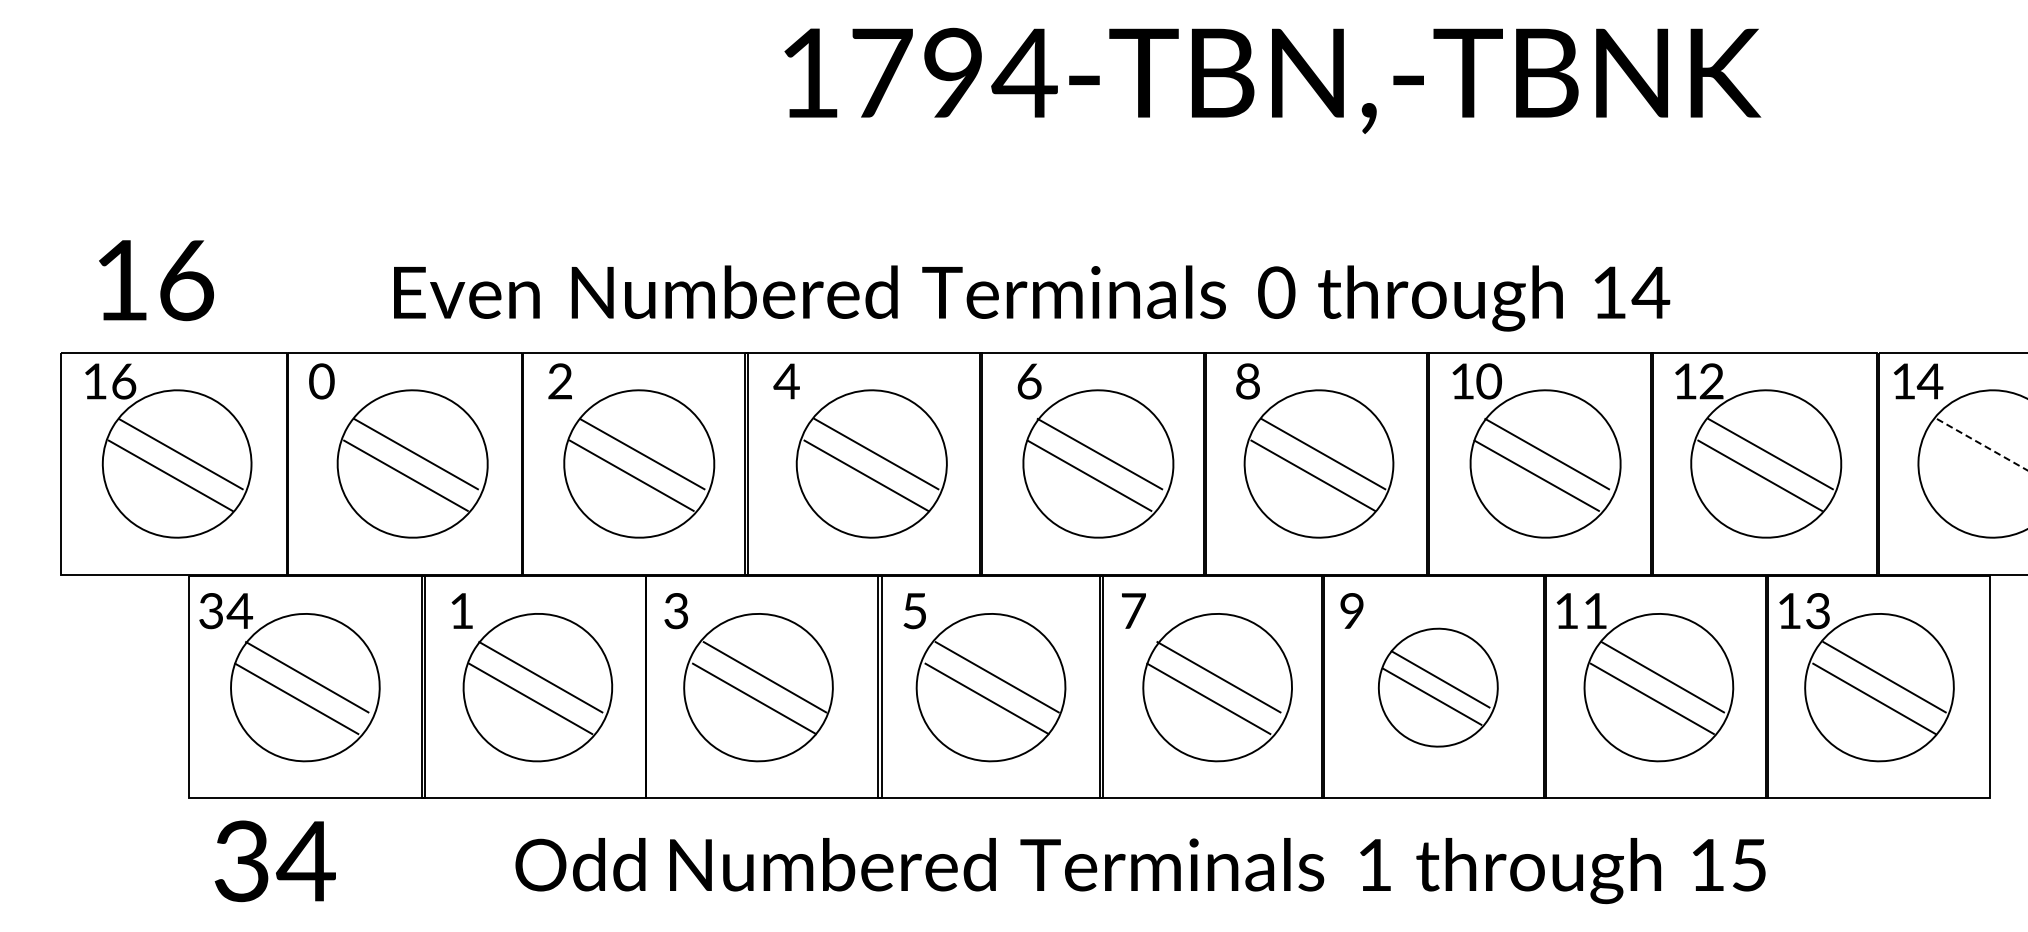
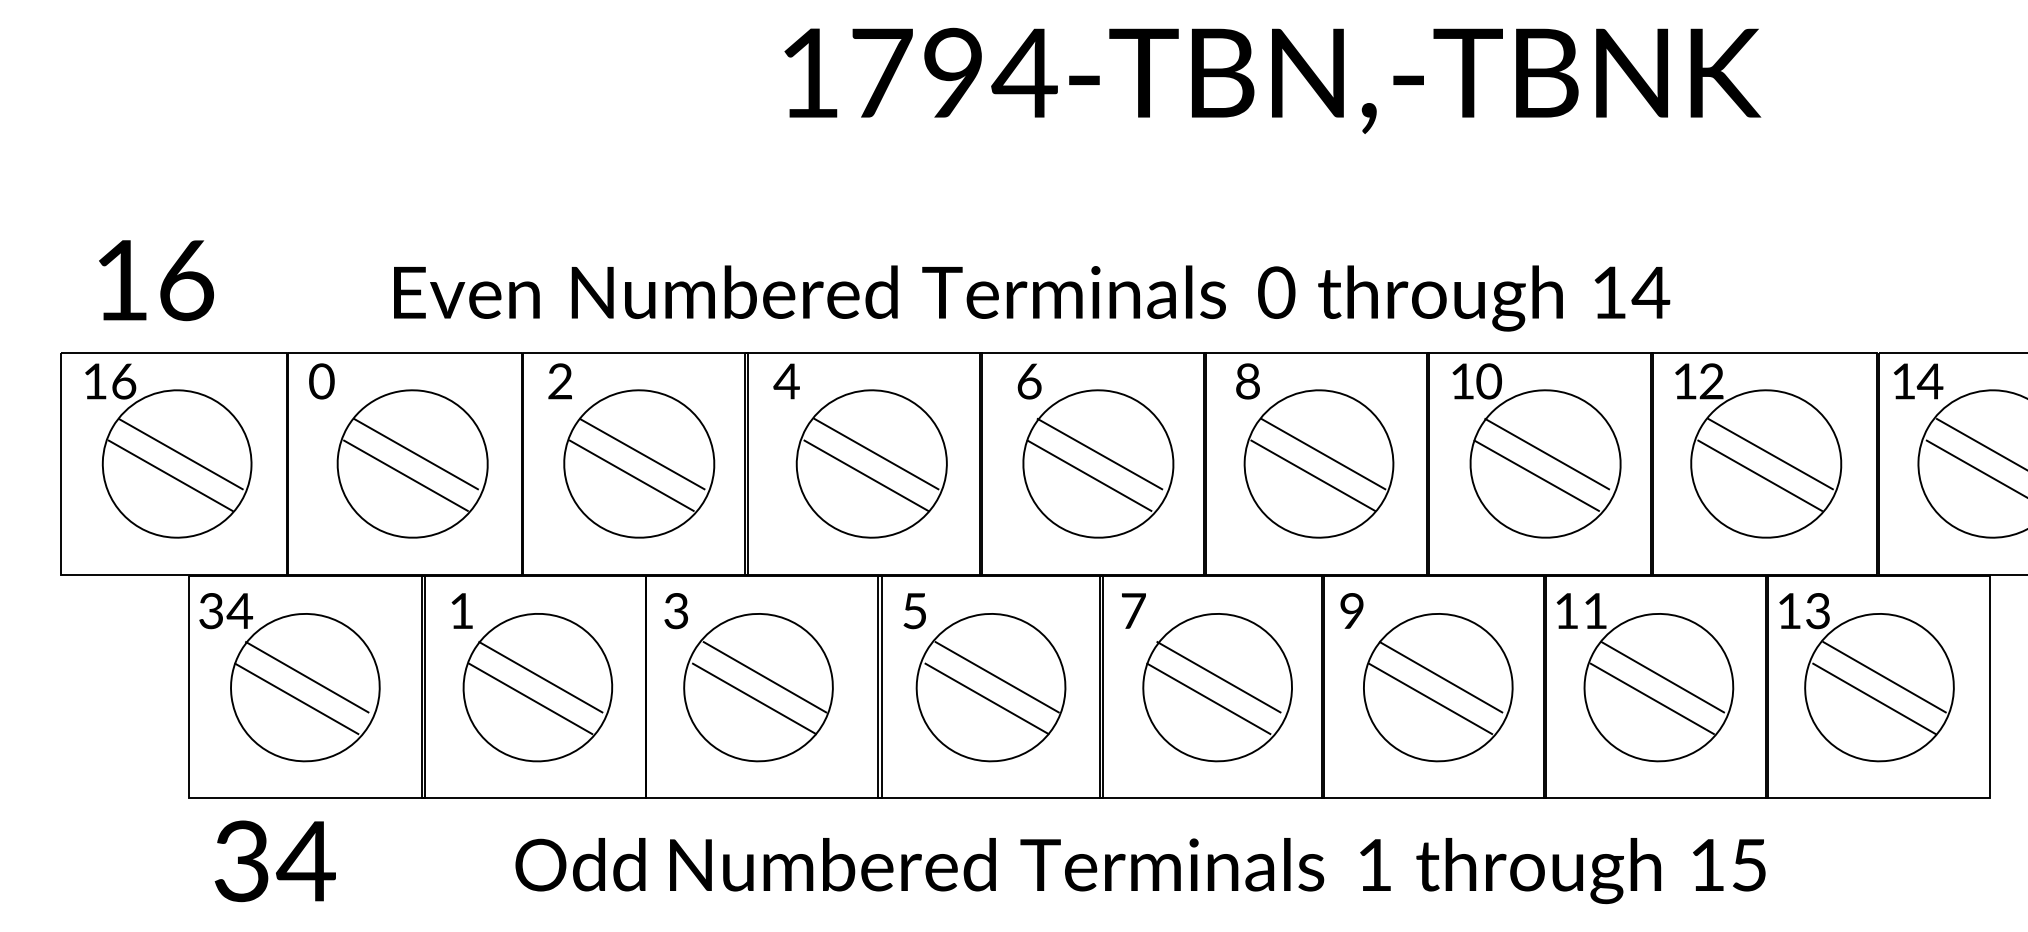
line at (1982, 445): dashed -> solid
line at (1975, 468): none -> present
part at (1437, 687) size: 122x121 px -> 151x150 px
